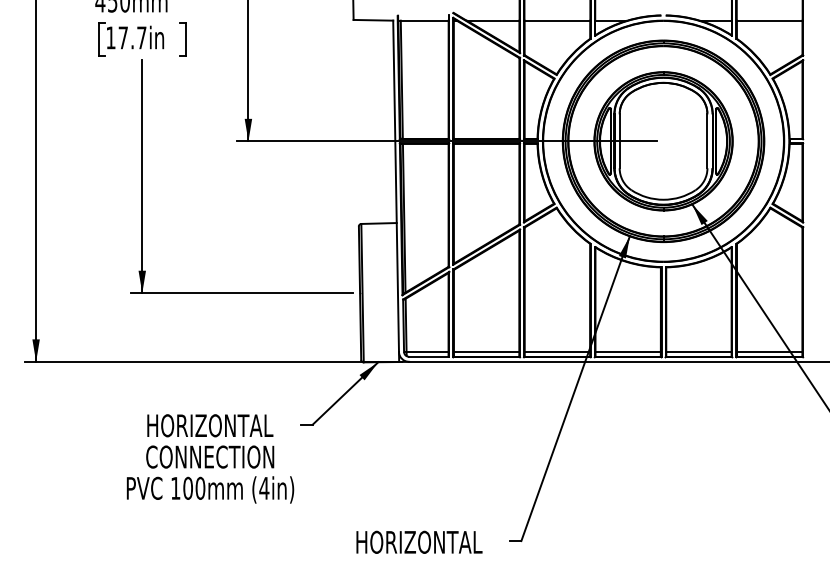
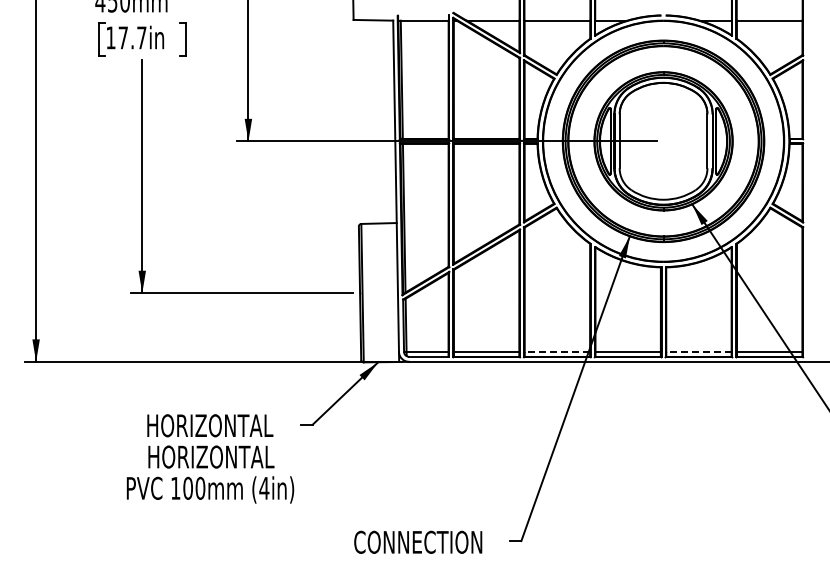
line at (557, 351): solid -> dashed
line at (698, 351): solid -> dashed
text at (210, 456): CONNECTION -> HORIZONTAL
text at (418, 541): HORIZONTAL -> CONNECTION
